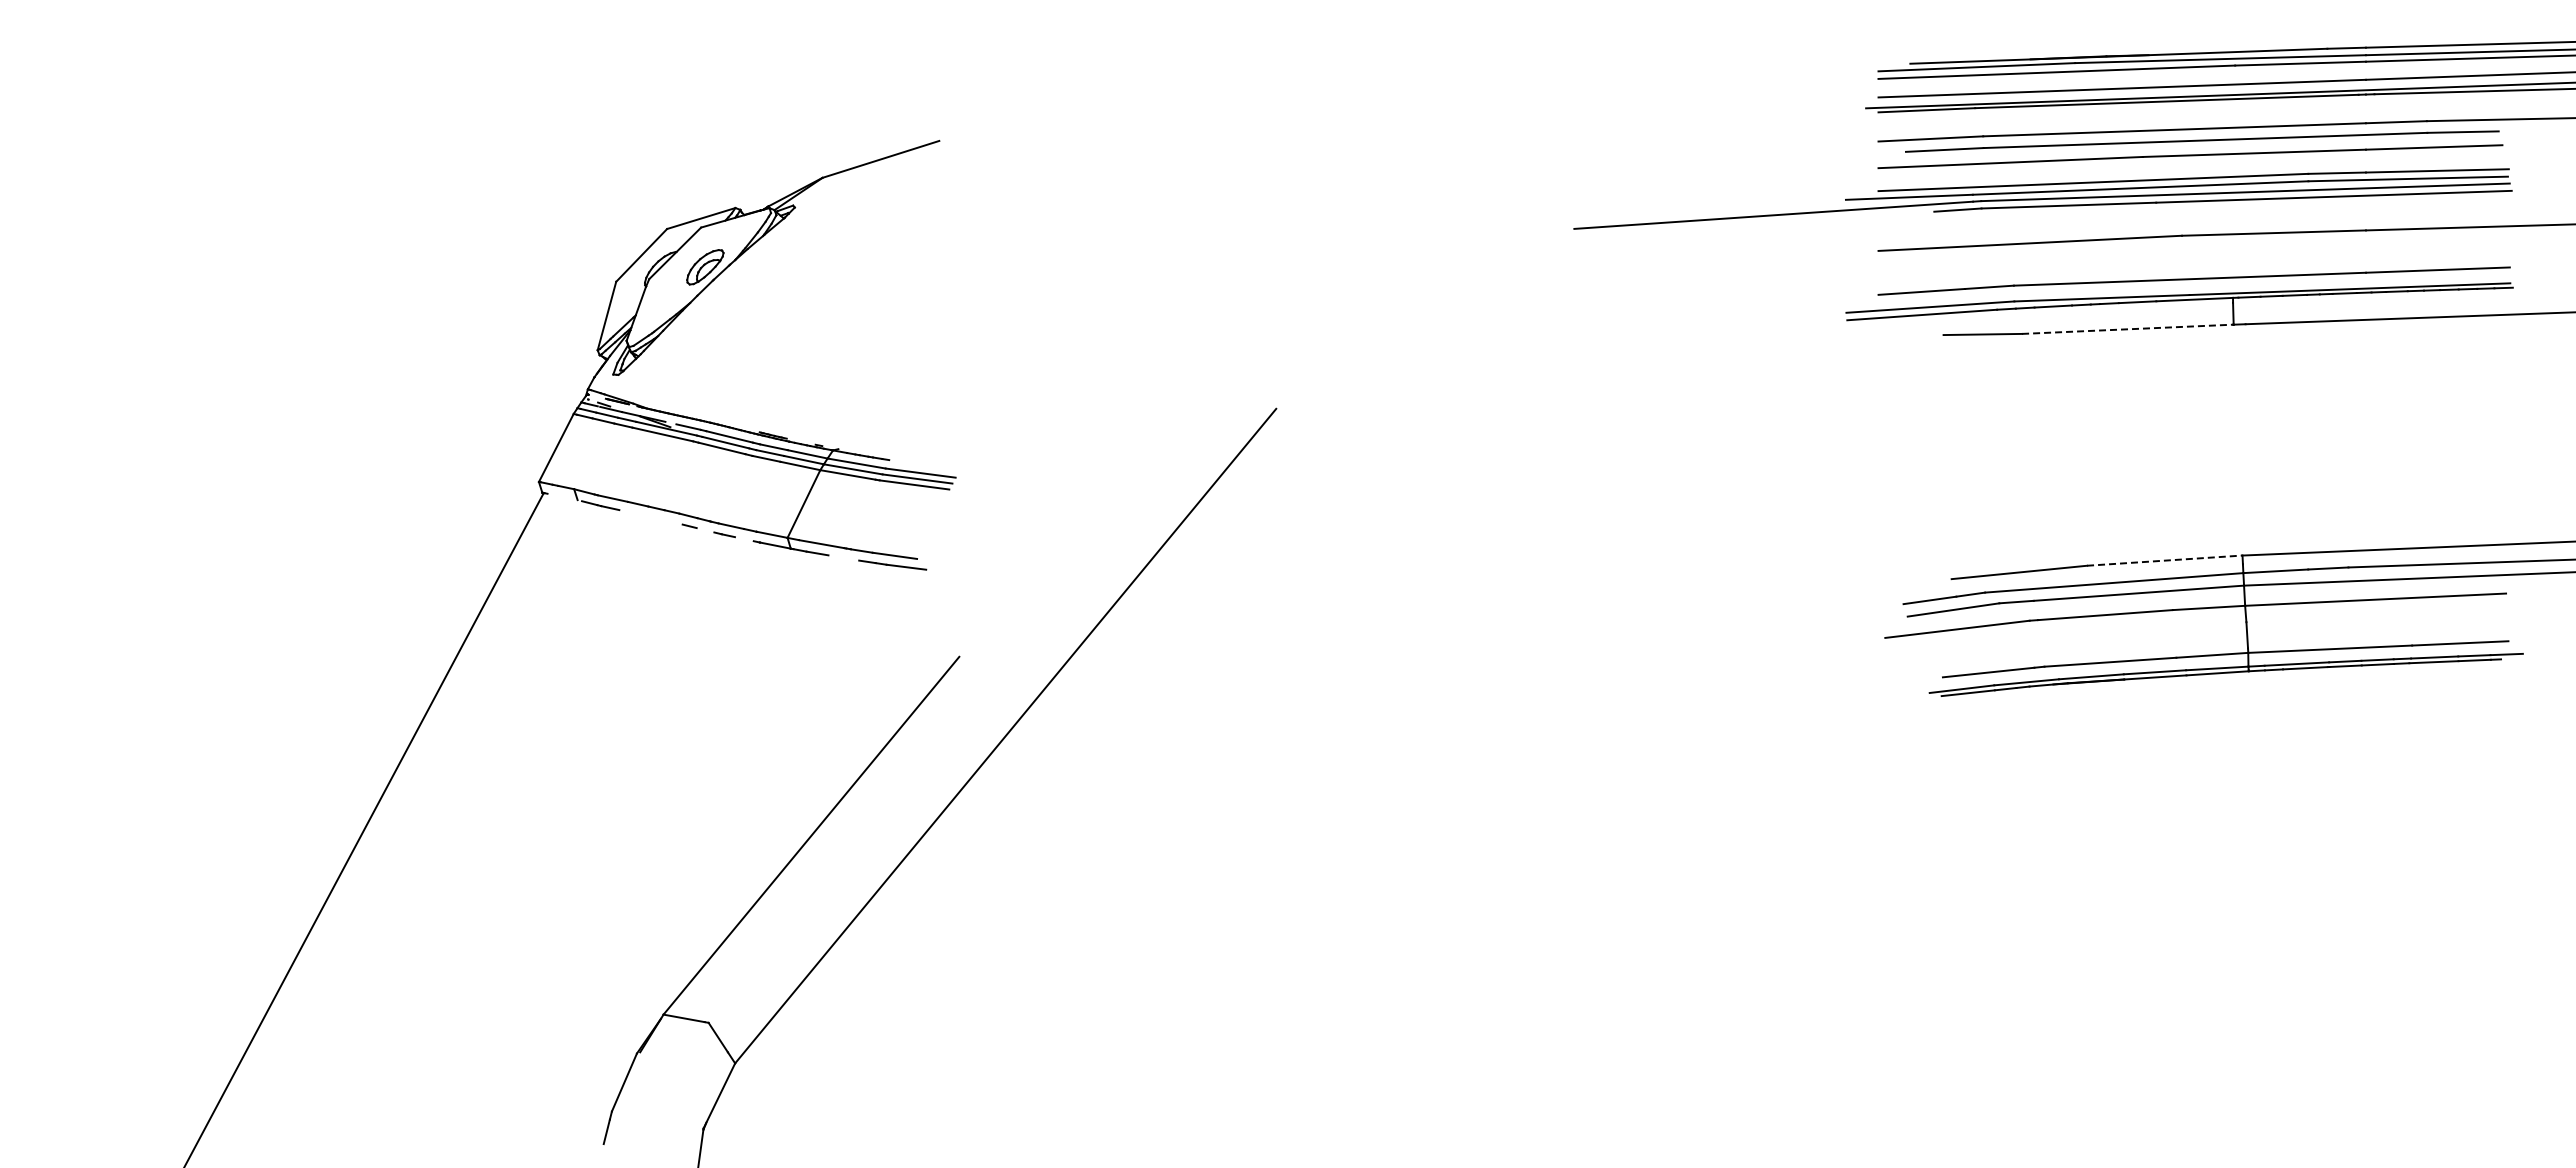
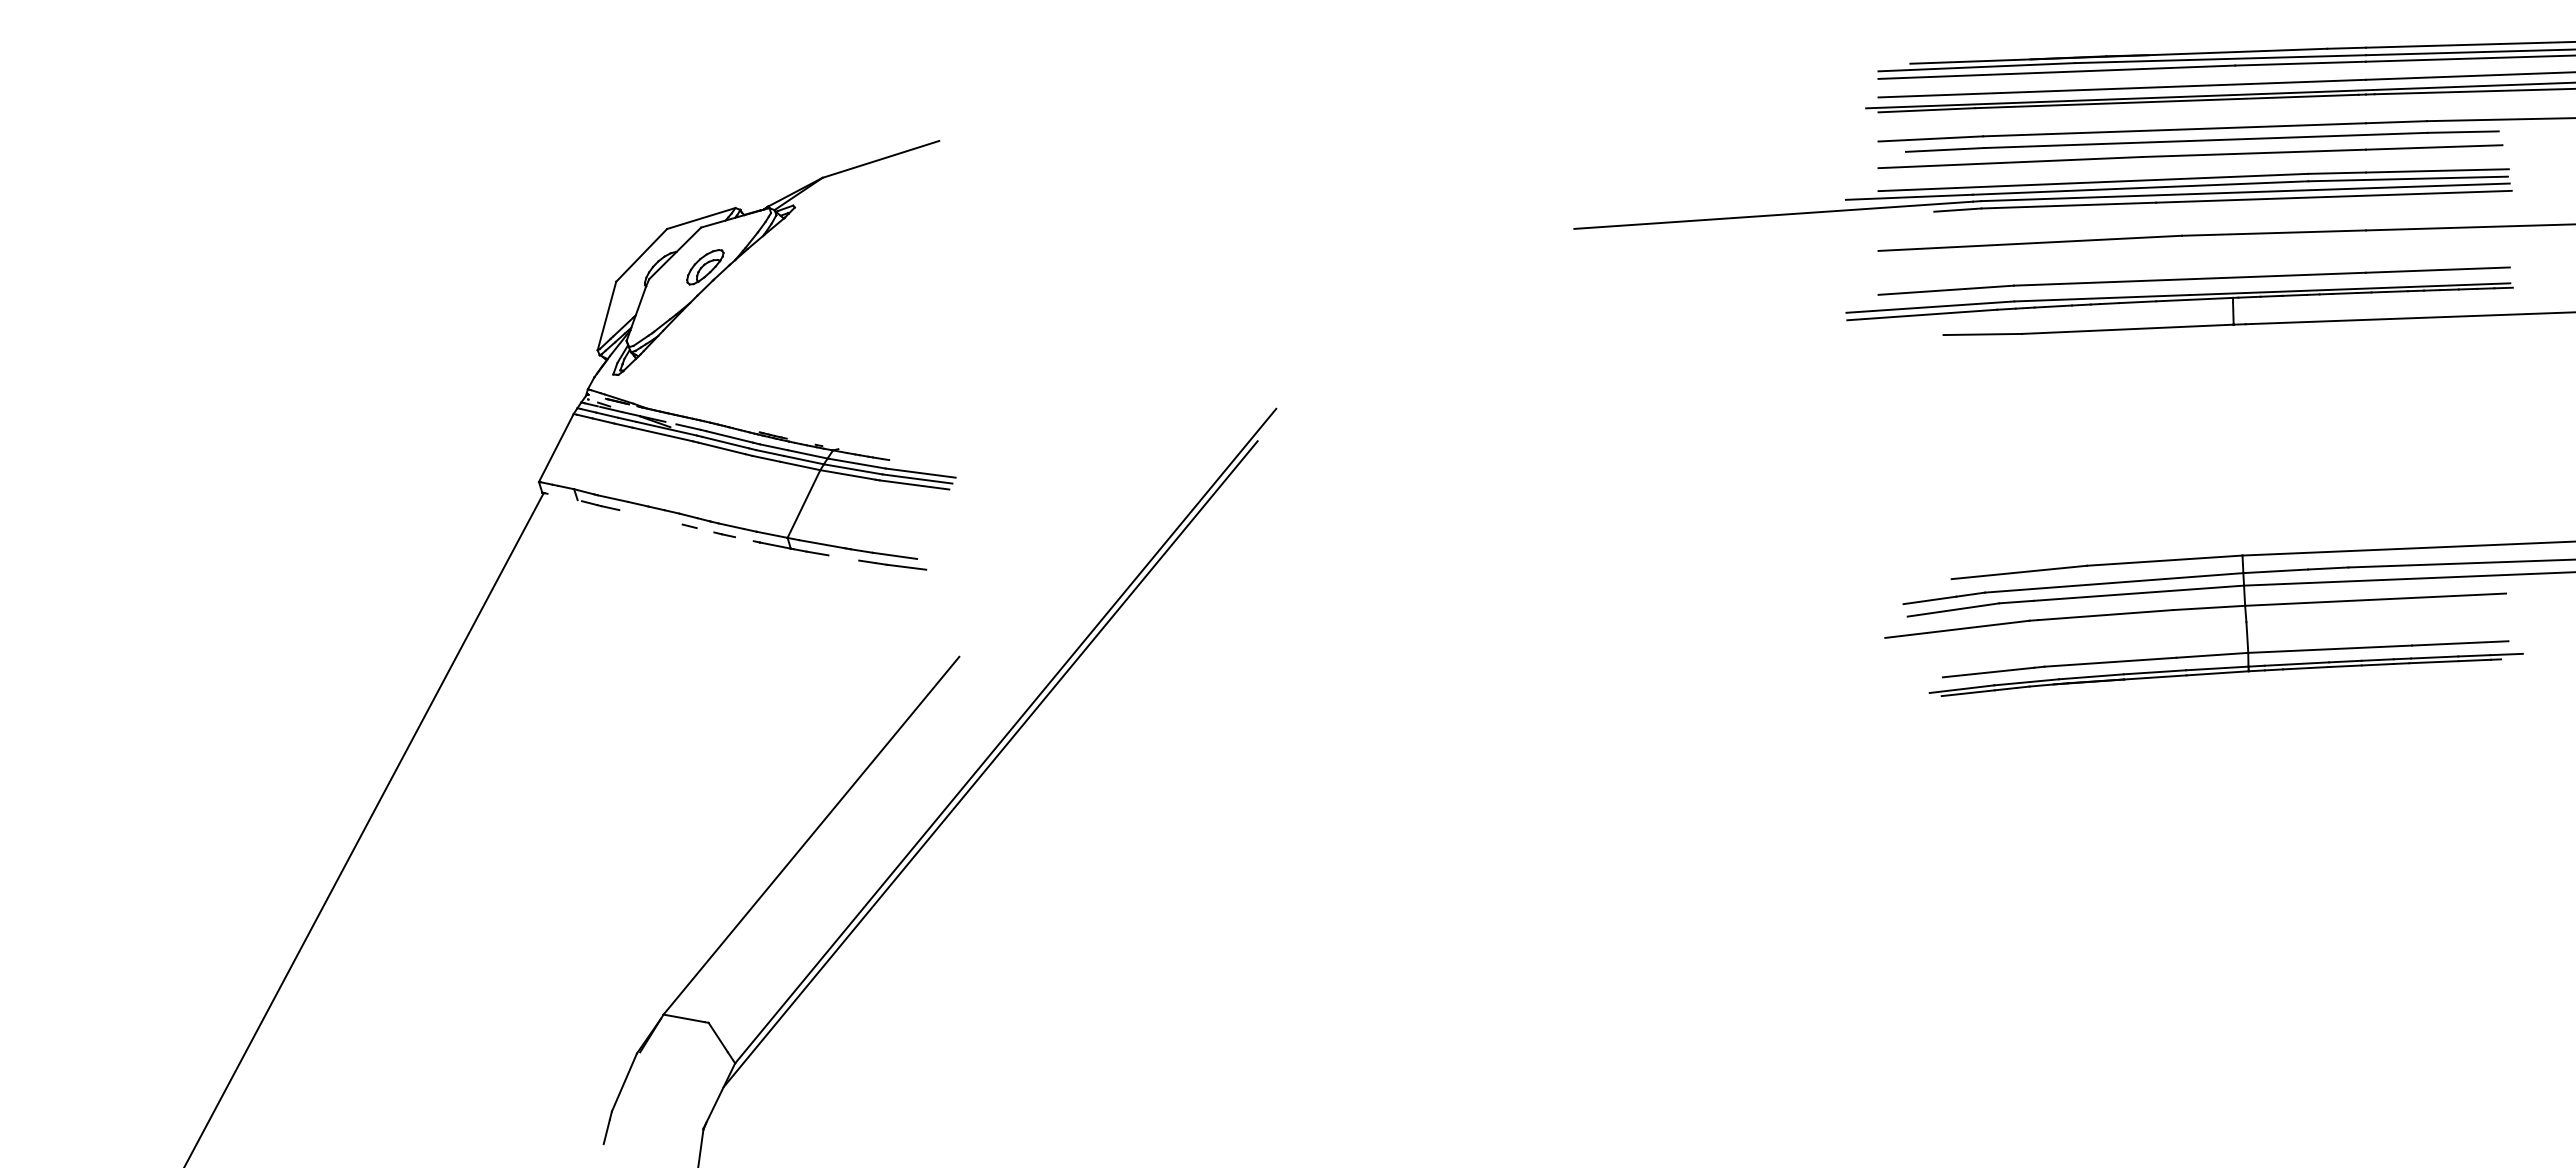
line at (2127, 329): dashed -> solid
line at (2164, 560): dashed -> solid
line at (990, 764): none -> present
